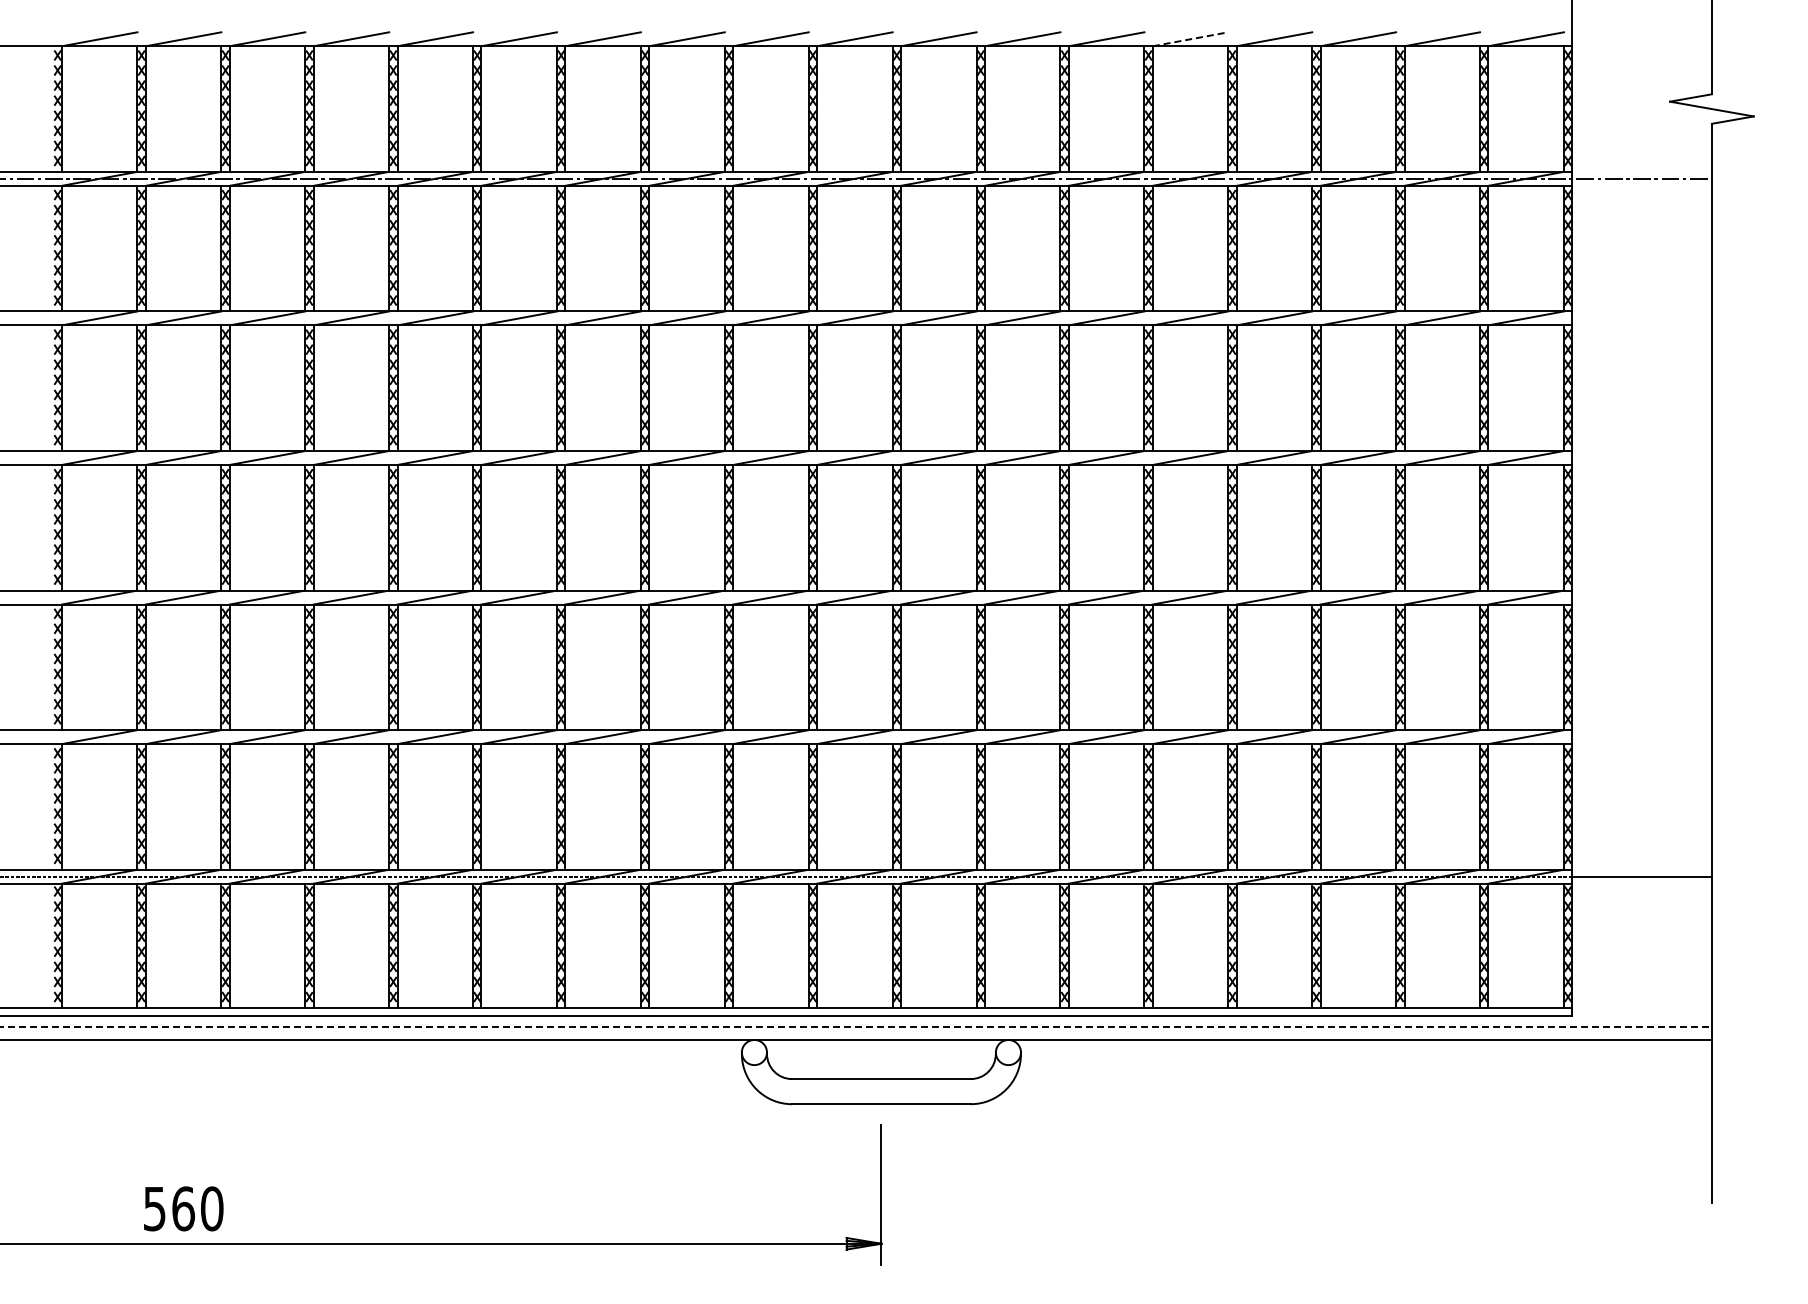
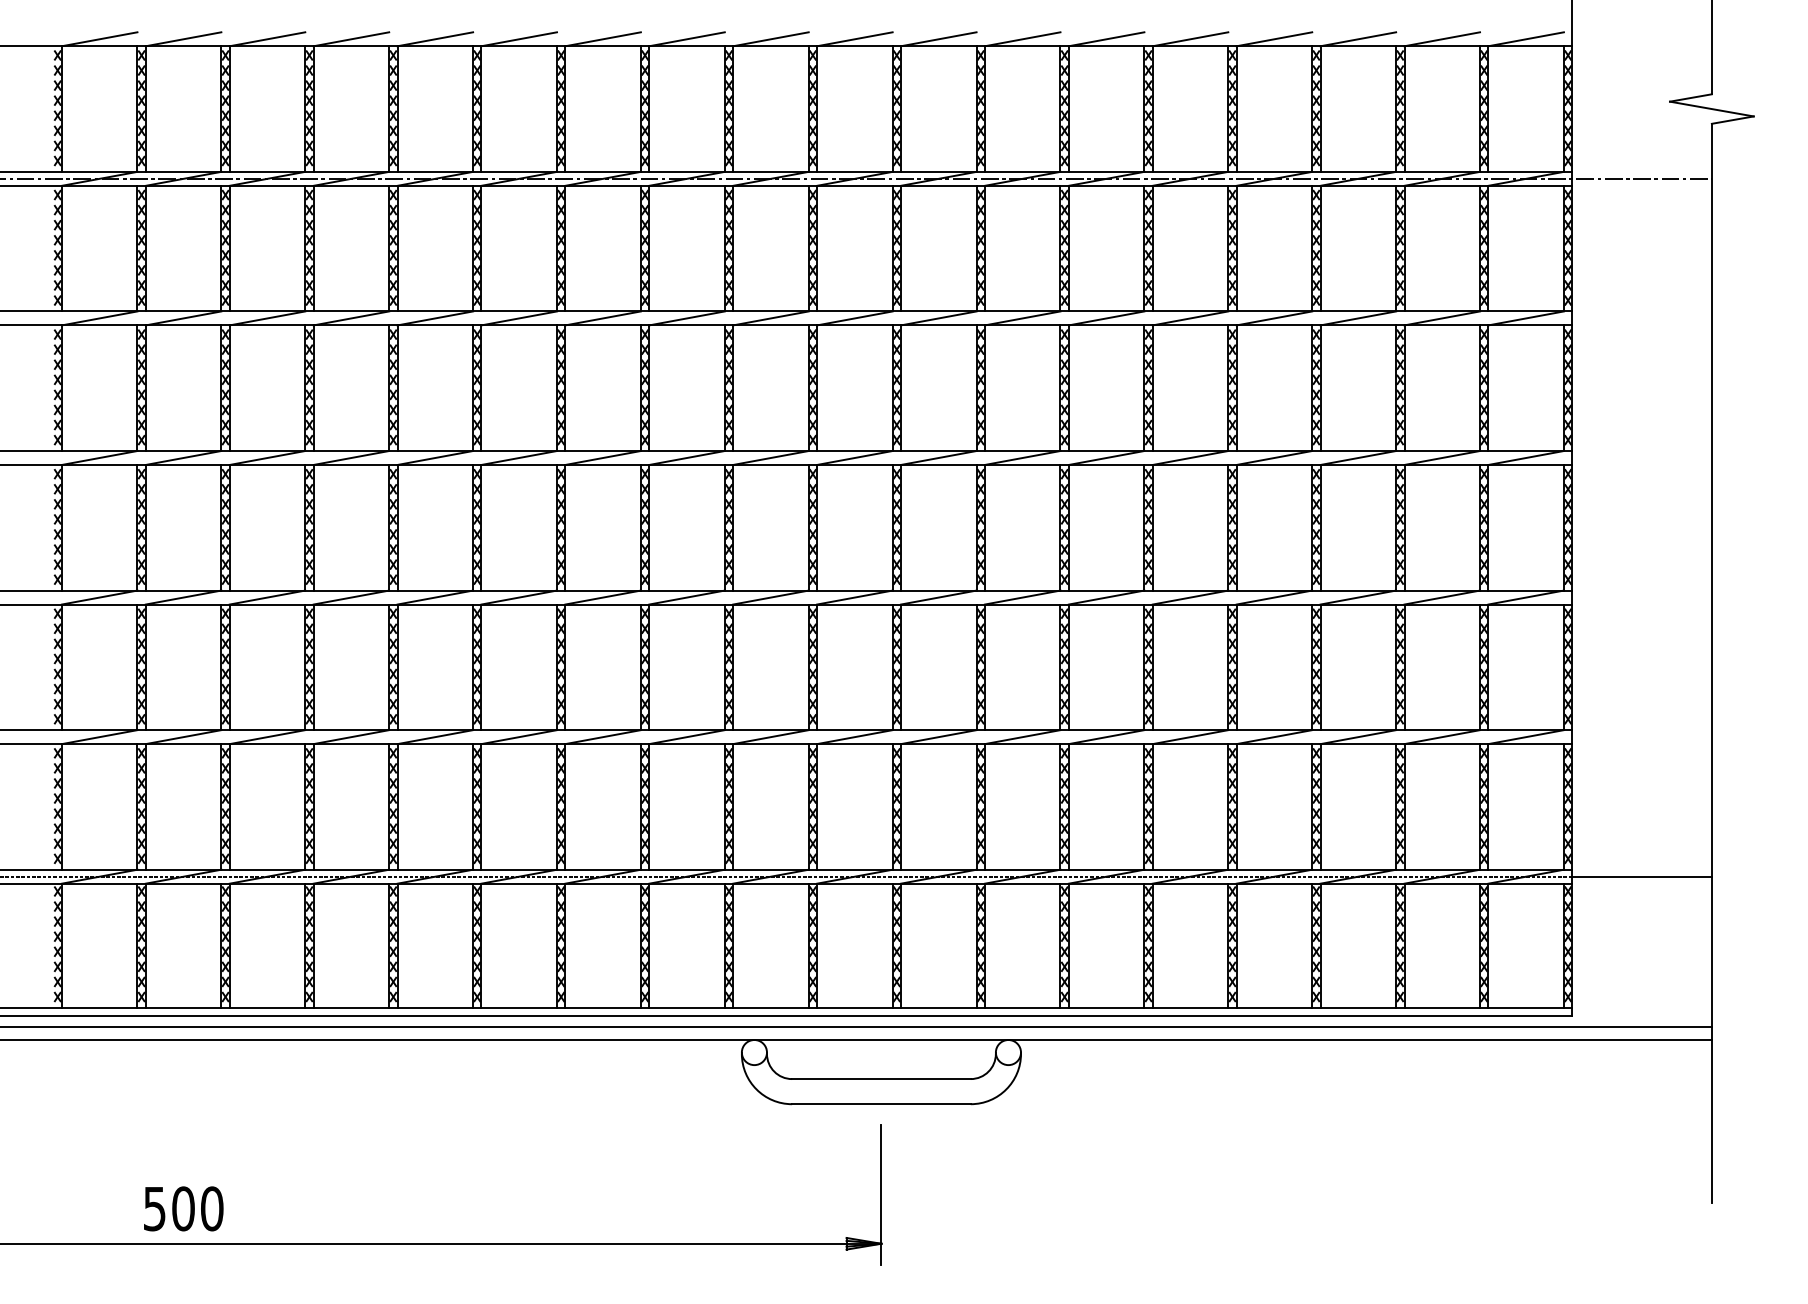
line at (1191, 39): dashed -> solid
line at (856, 1027): dashed -> solid
text at (183, 1208): 560 -> 500
